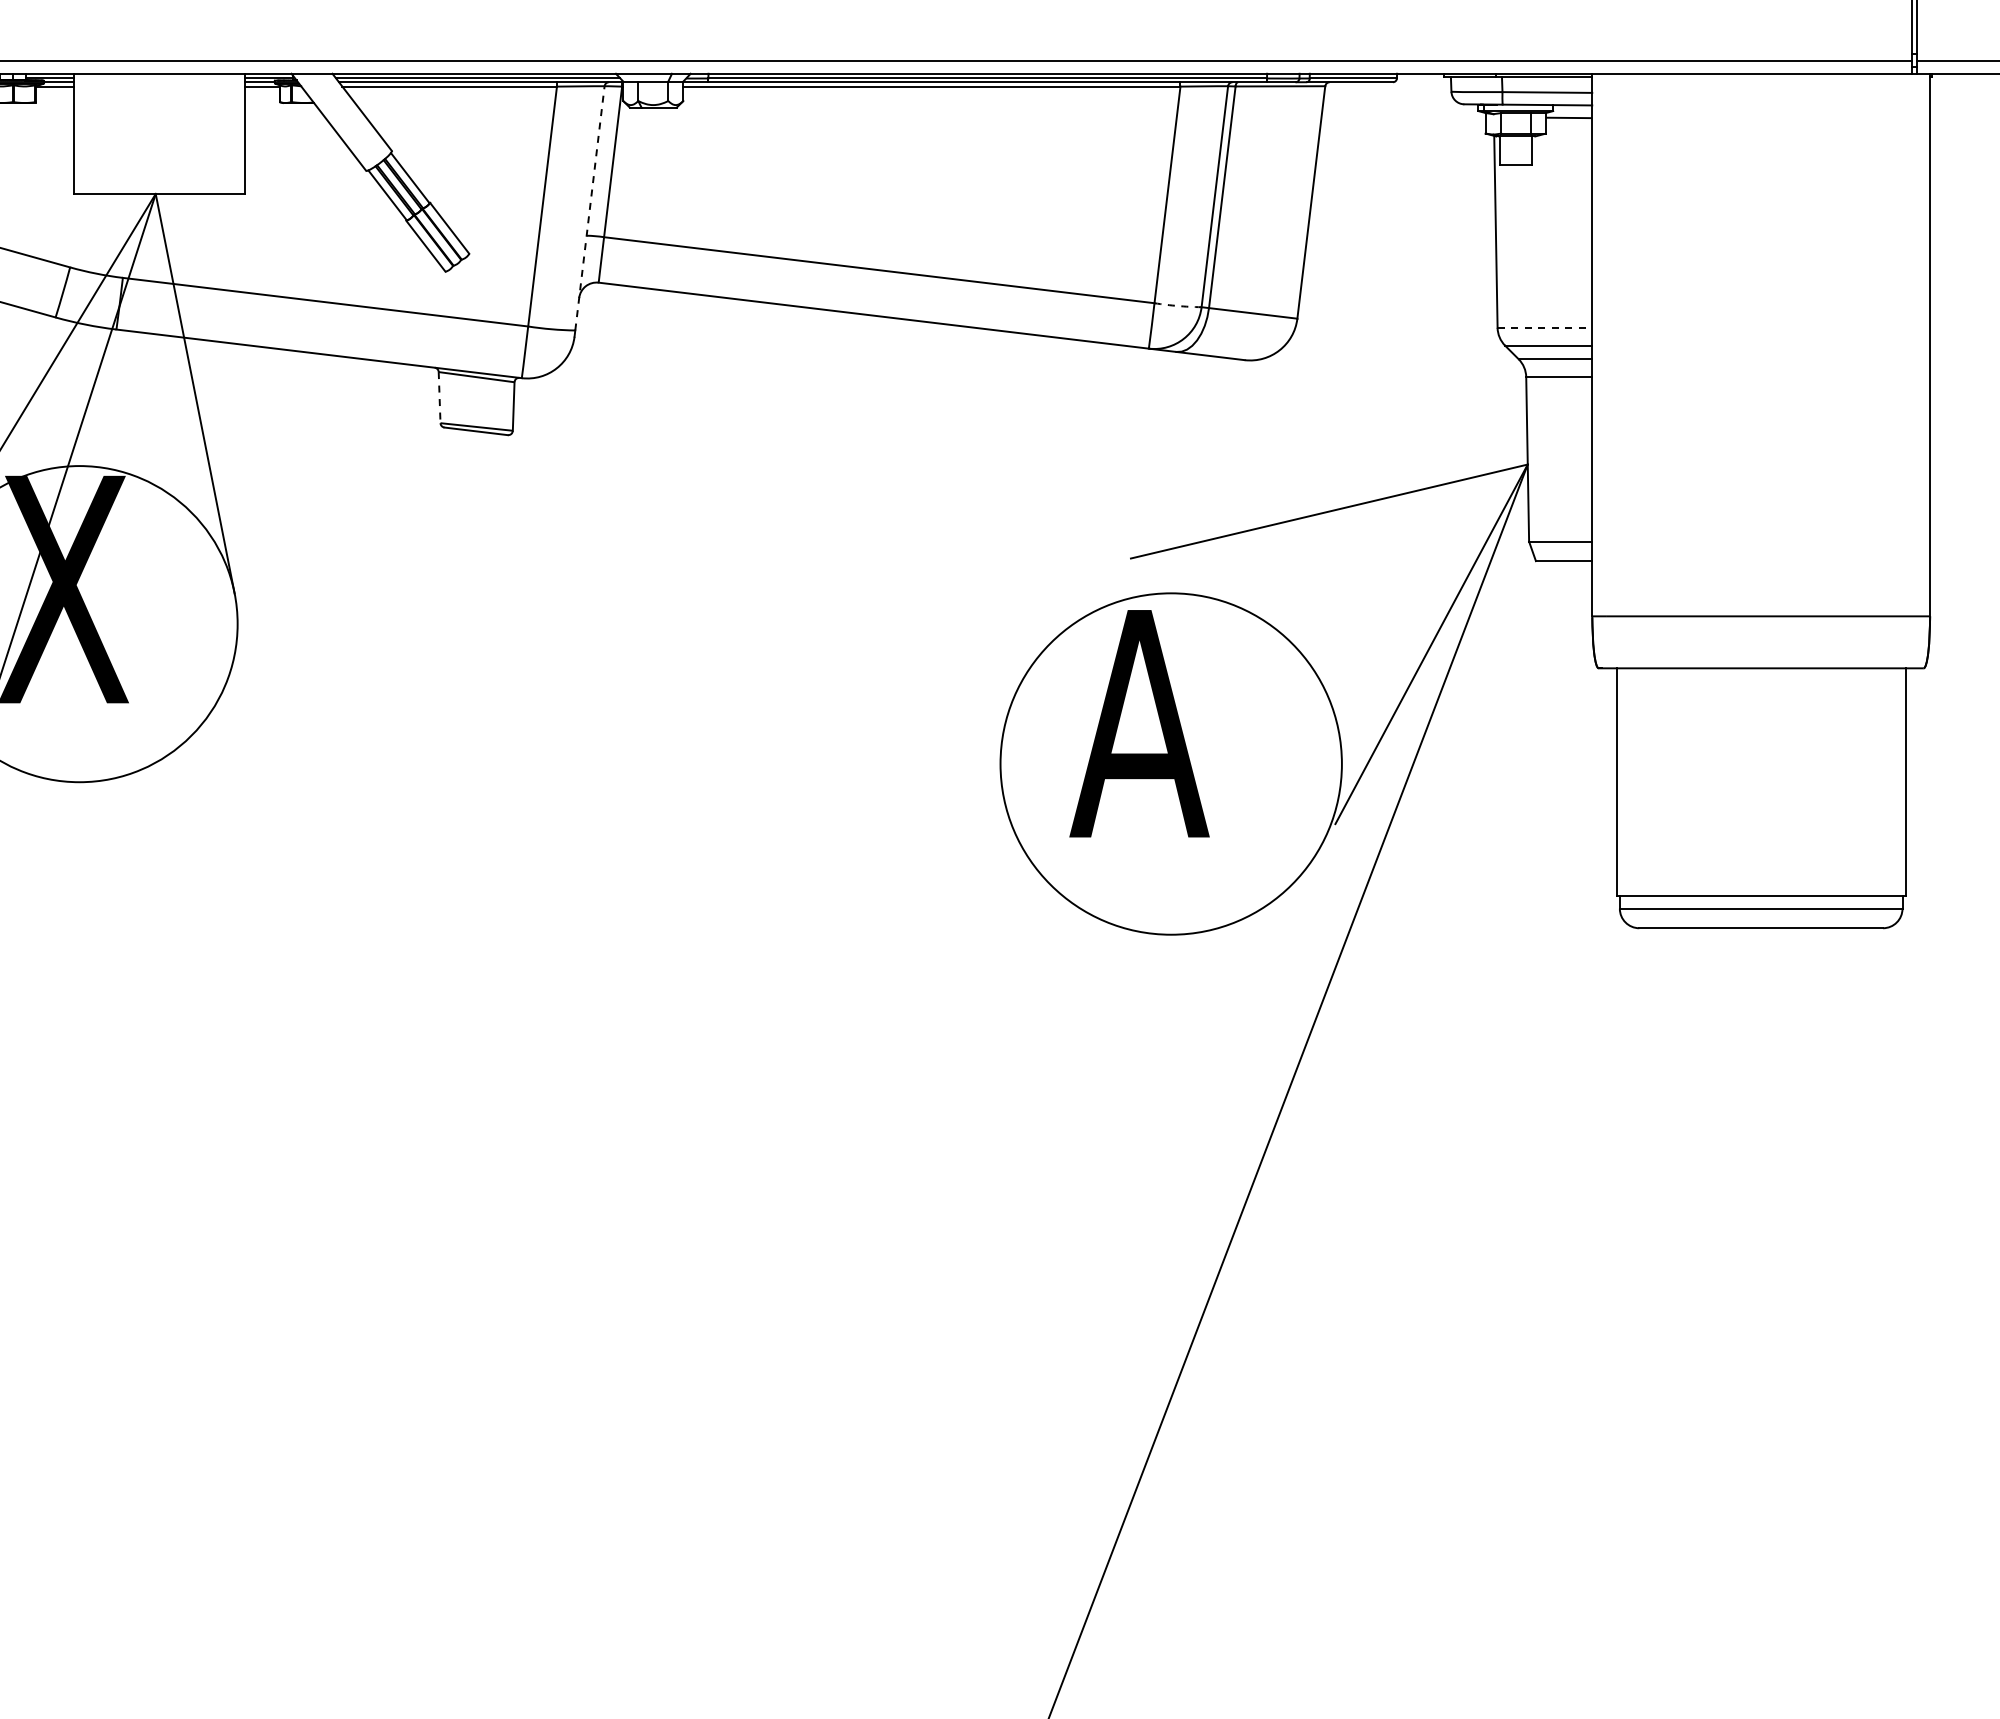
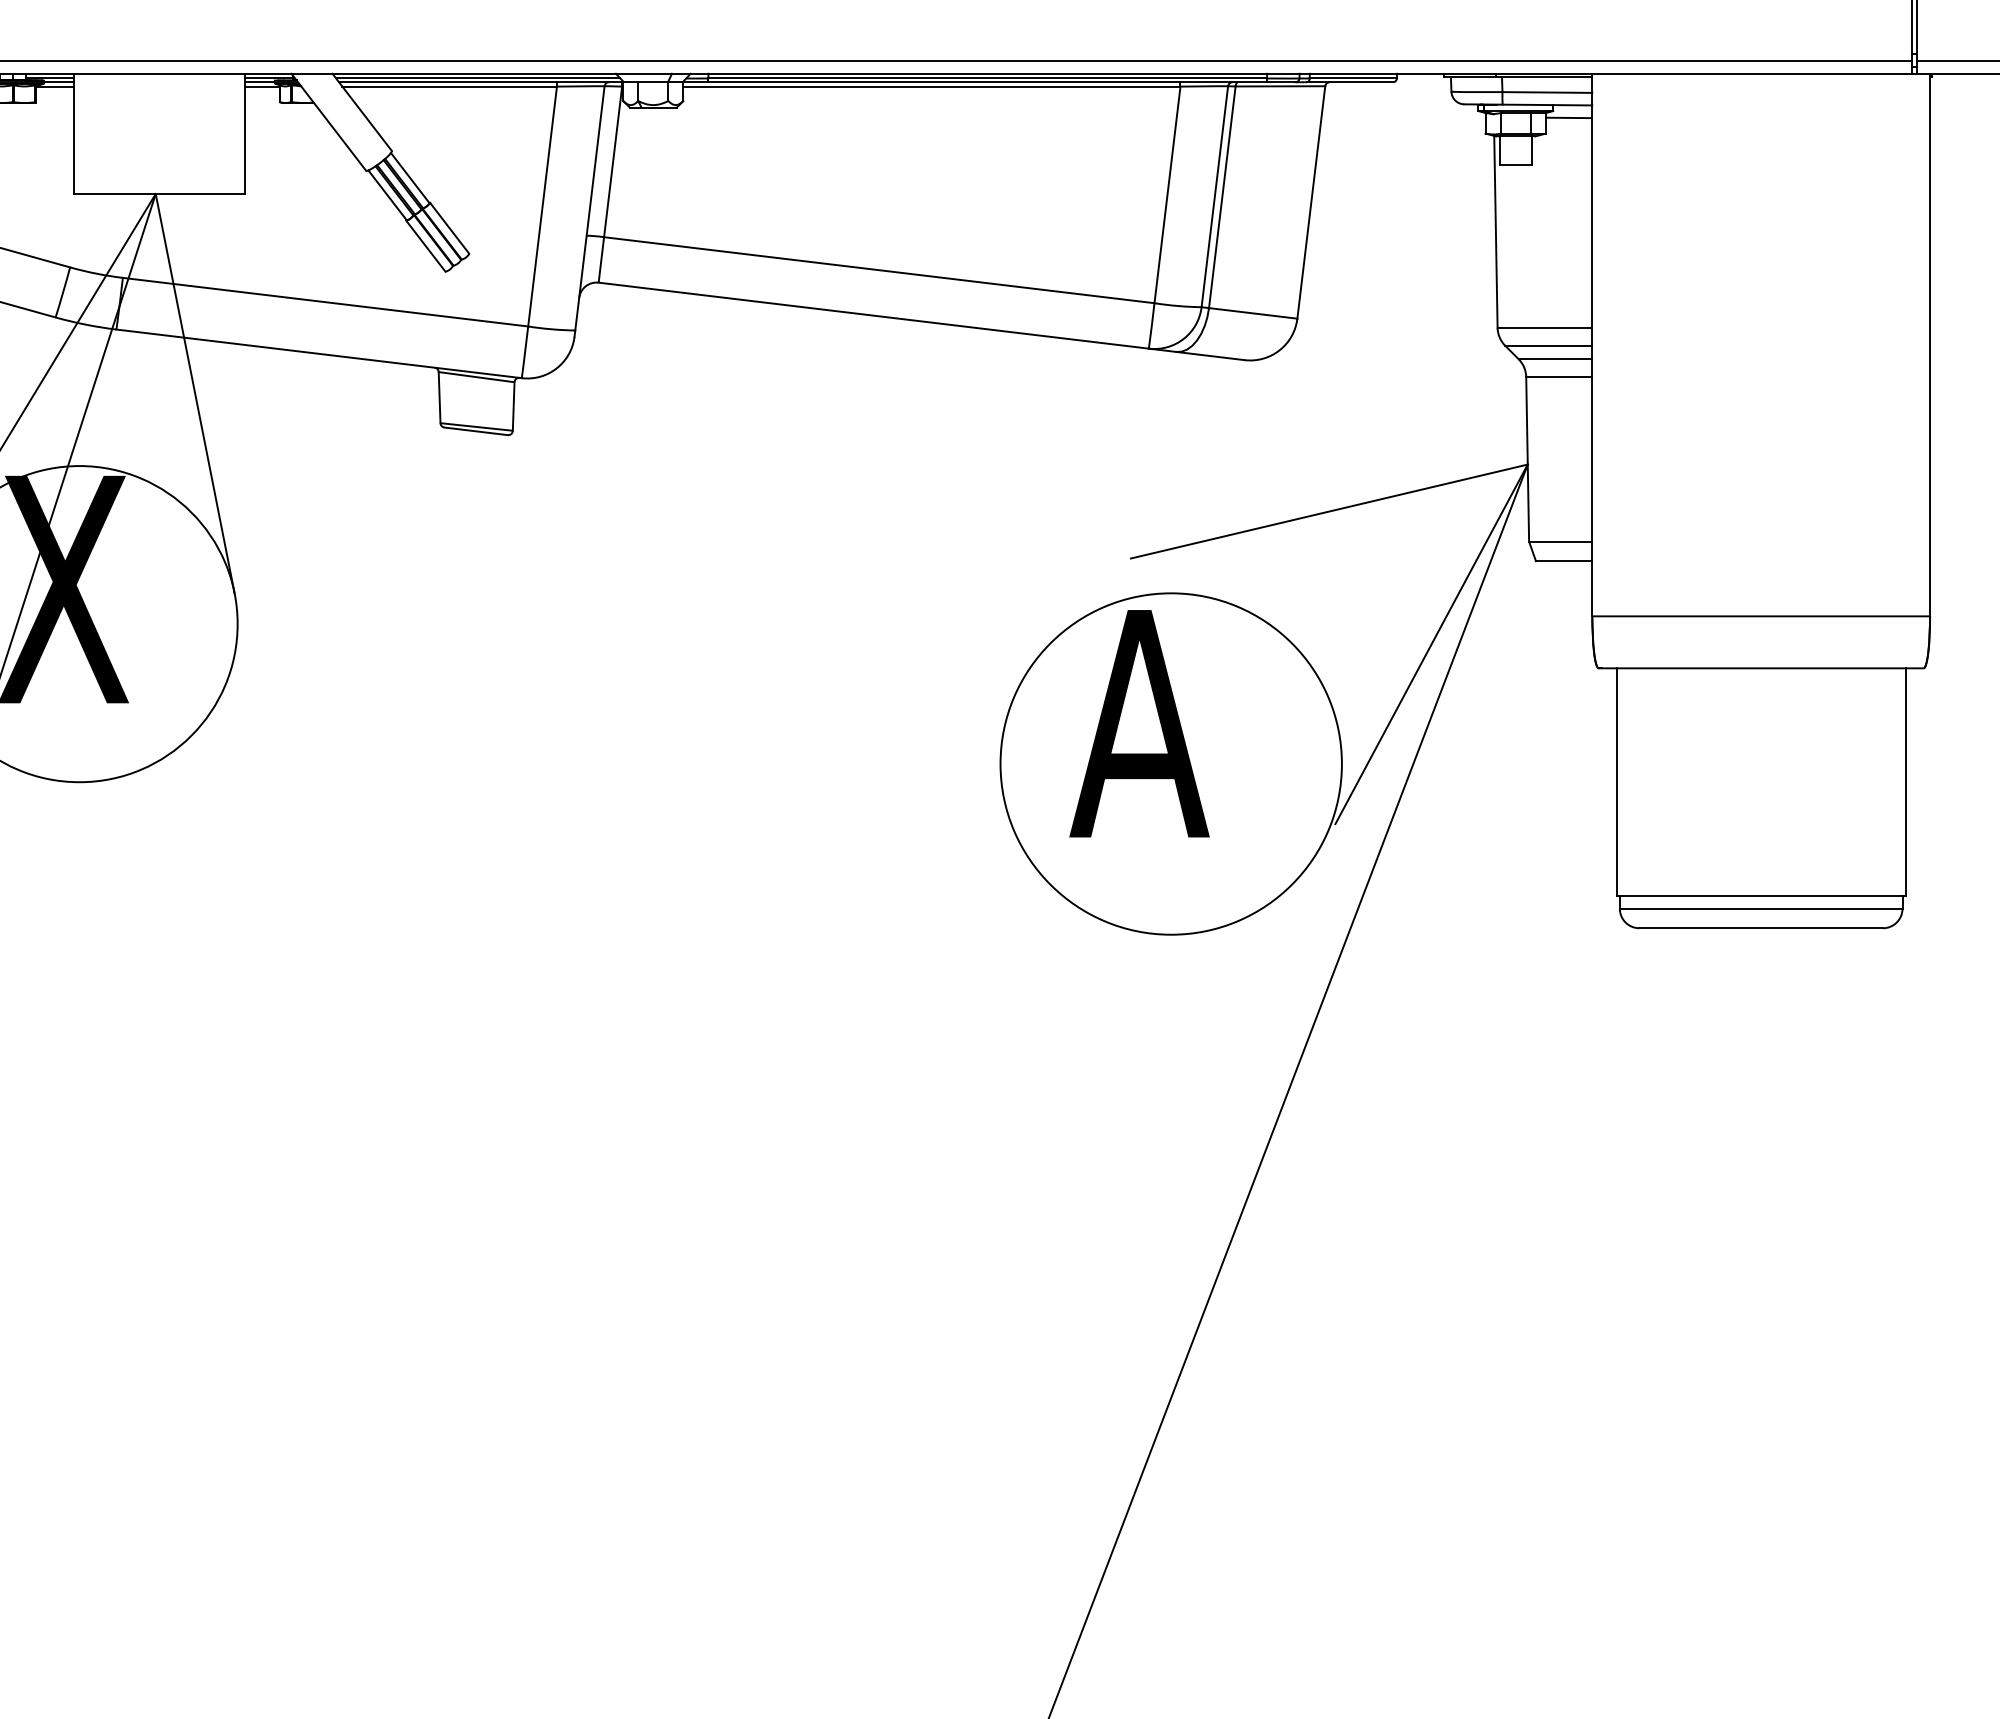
line at (589, 208): dashed -> solid
arc at (1177, 306): dashed -> solid
line at (1545, 327): dashed -> solid
line at (439, 397): dashed -> solid
